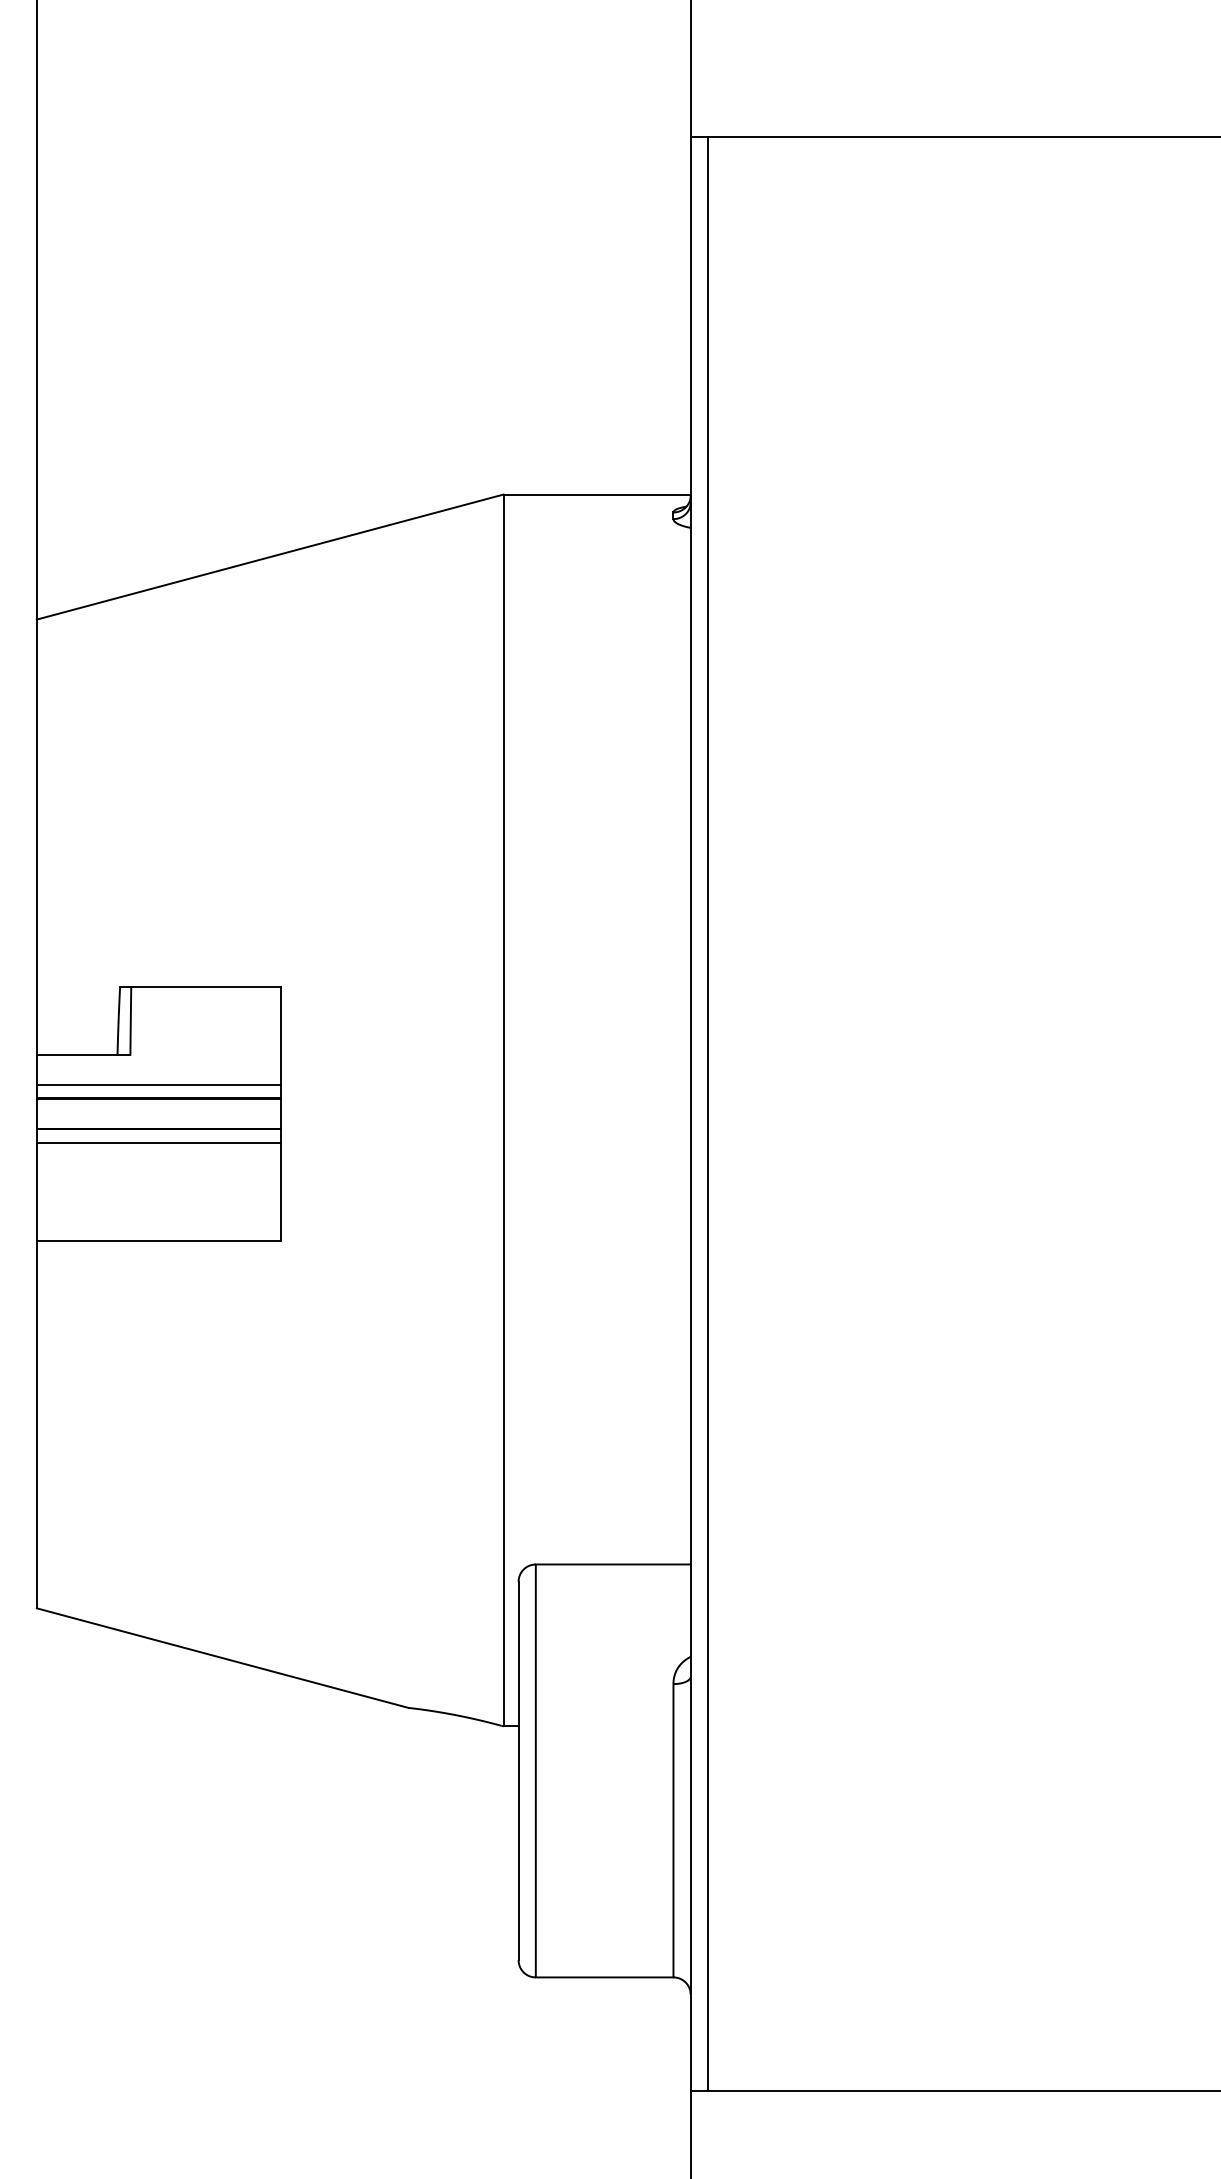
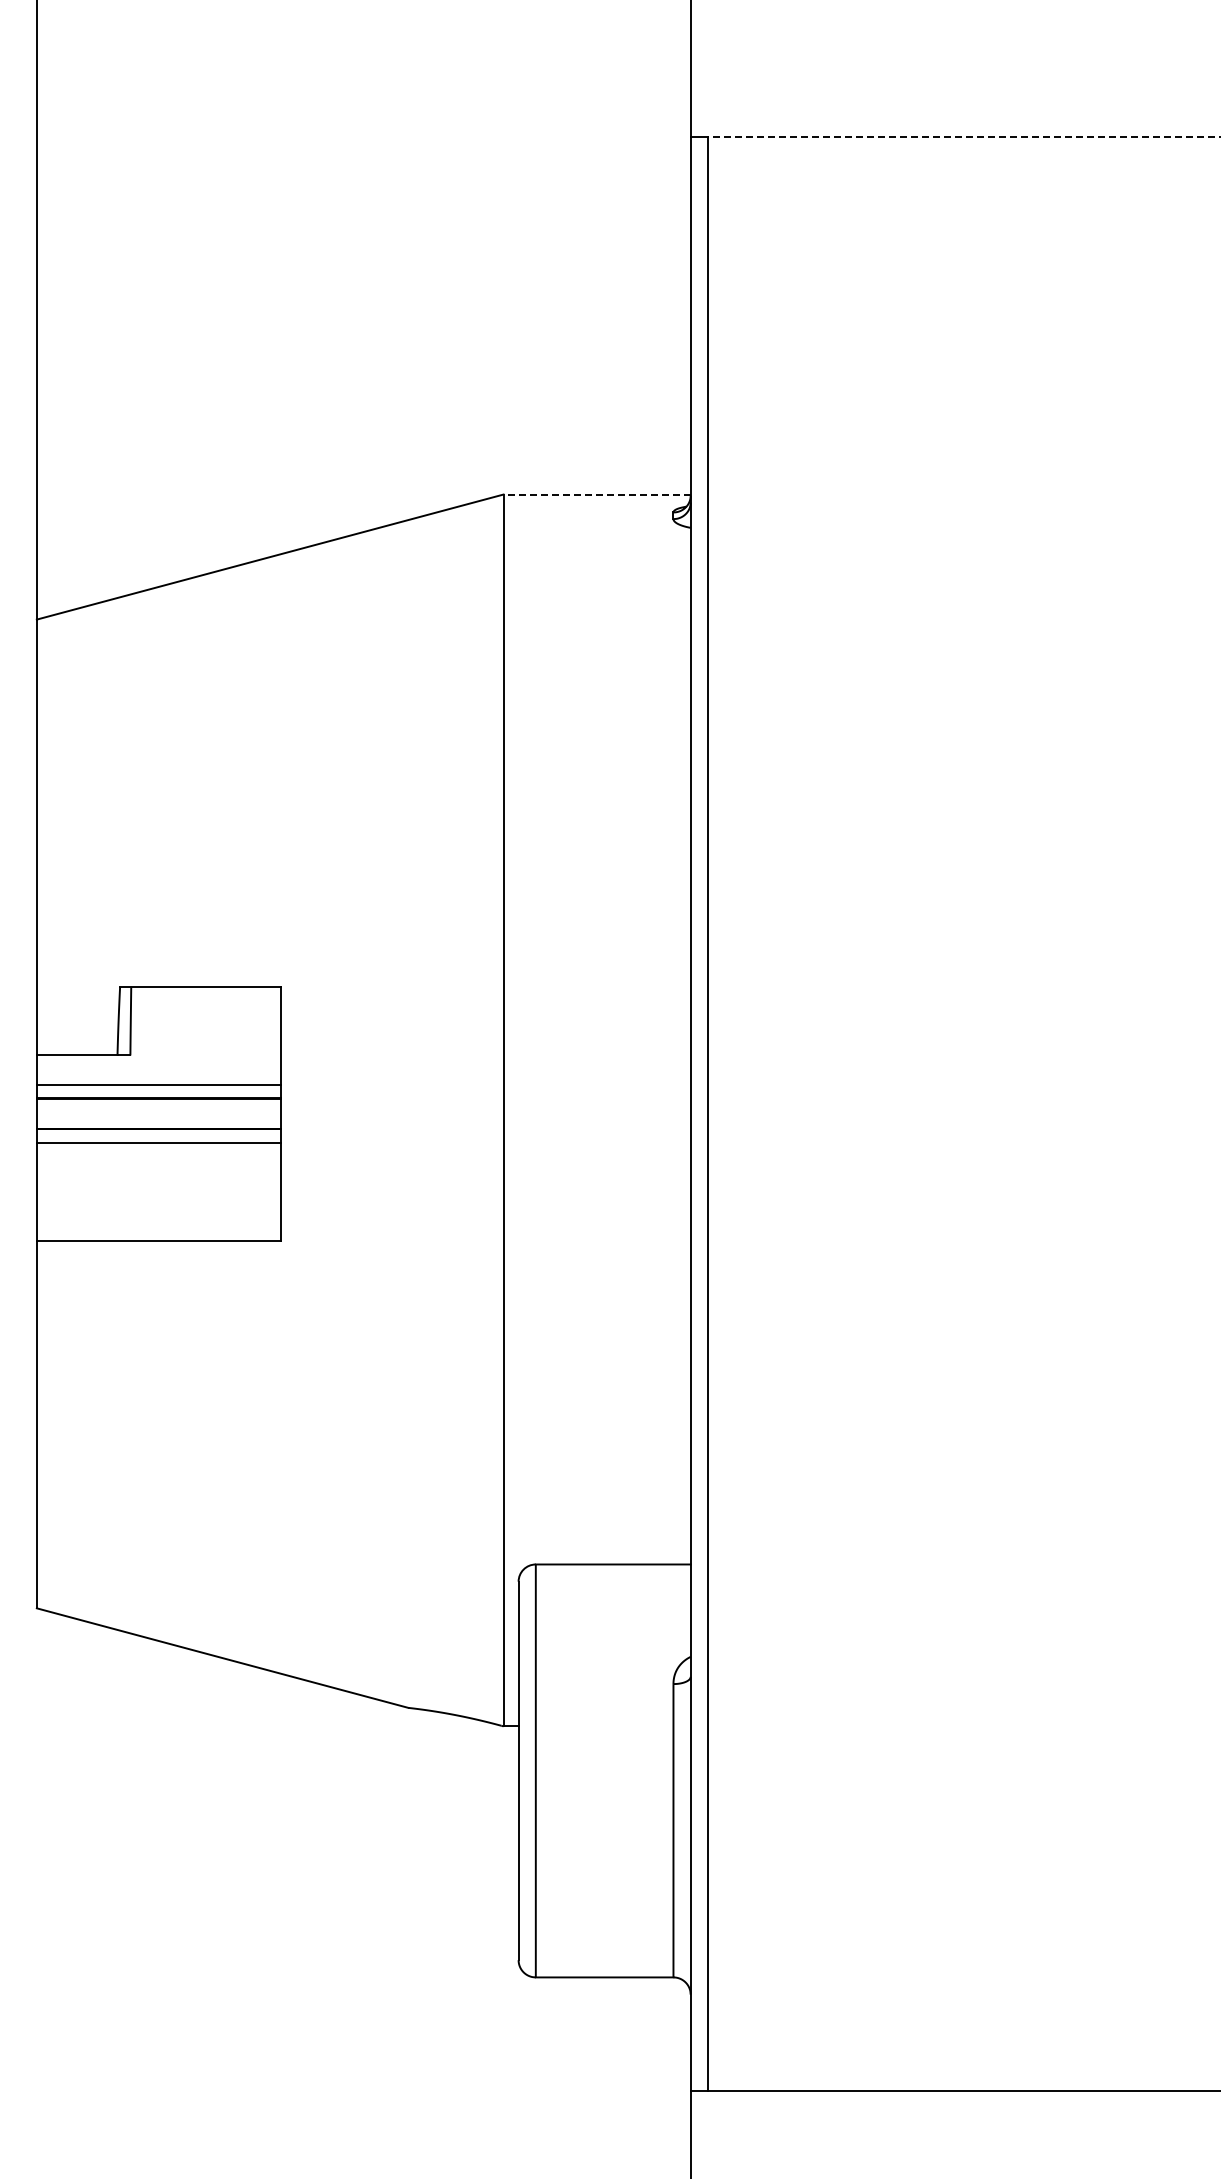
line at (963, 136): solid -> dashed
line at (597, 494): solid -> dashed
